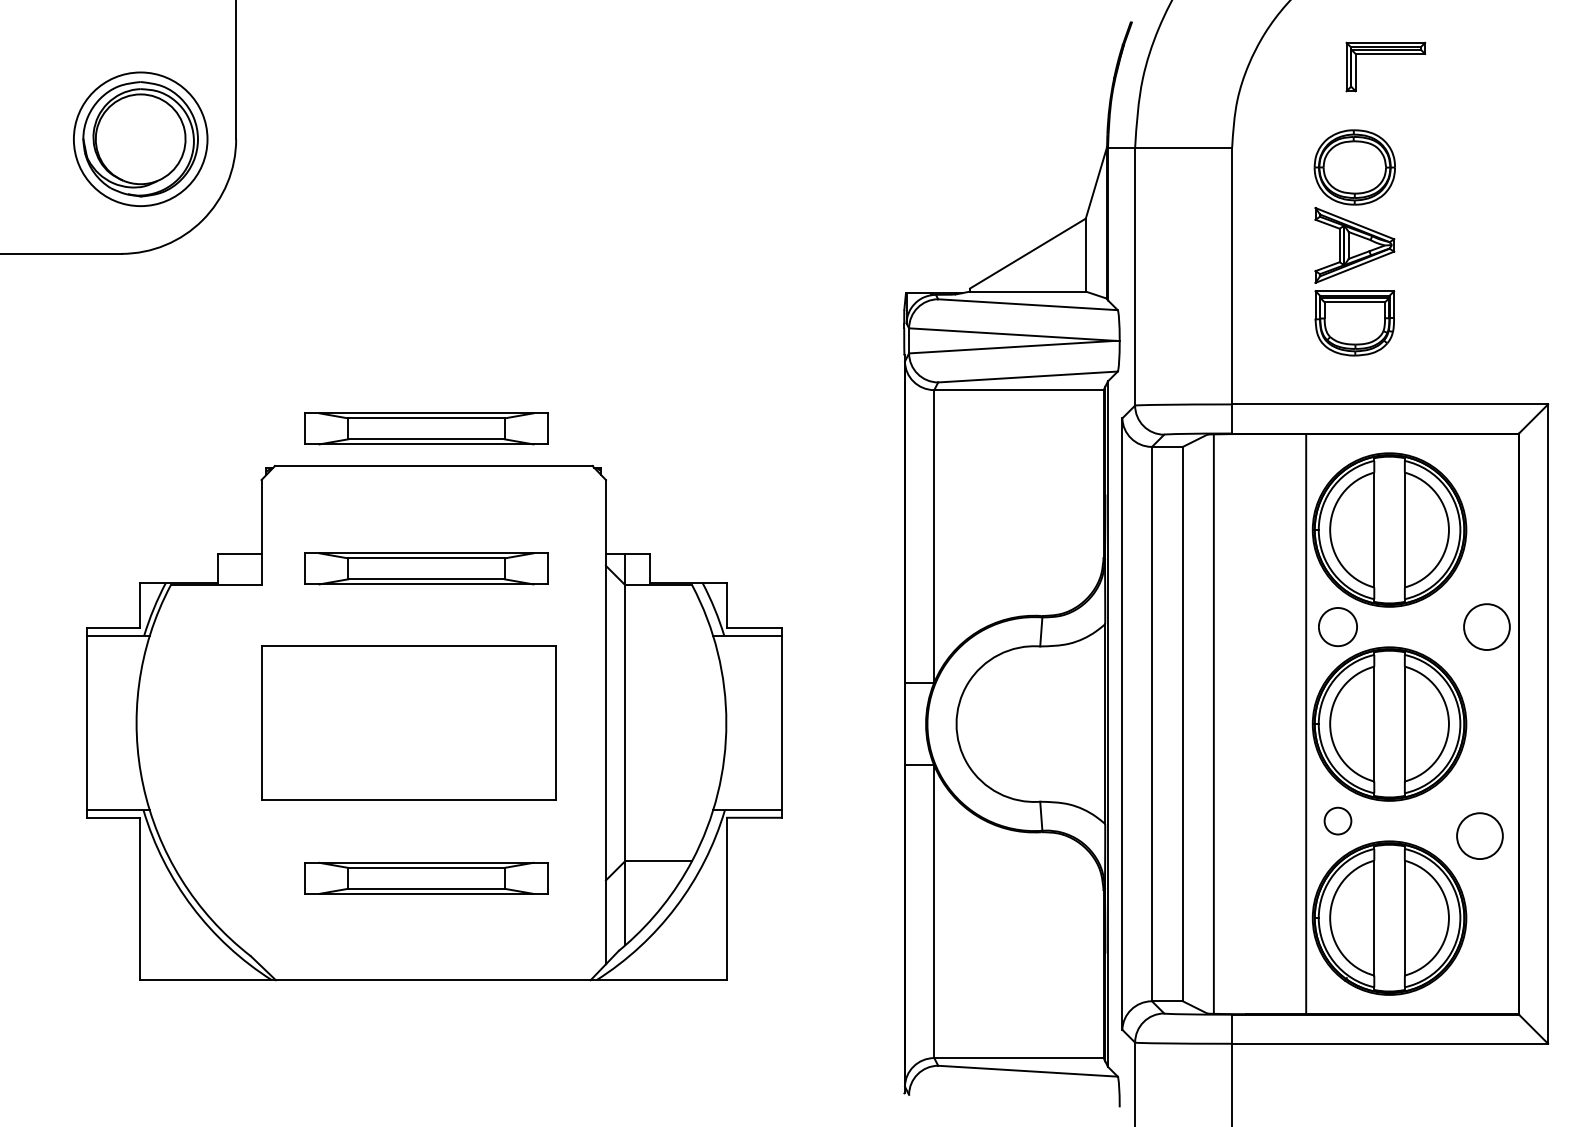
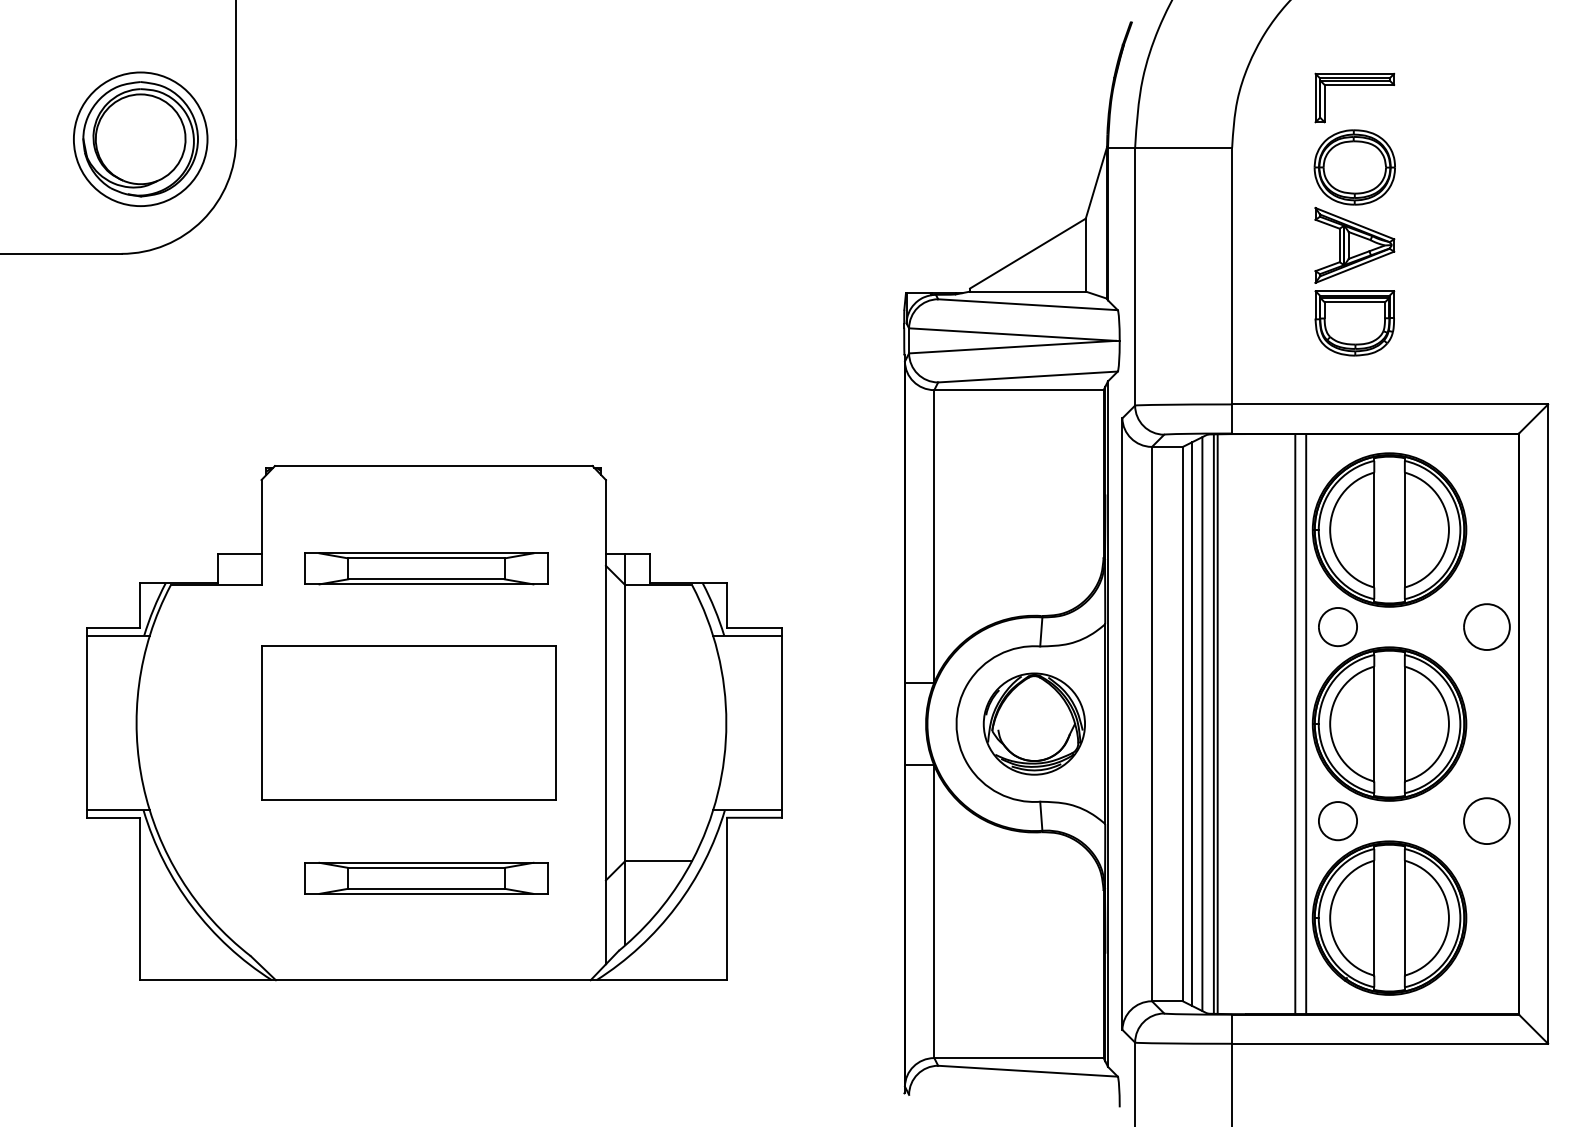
part at (1385, 54) position: (1385, 54) -> (1354, 85)
part at (426, 428): present -> none
part at (1033, 723): none -> present
line at (1192, 723): none -> present
line at (1217, 723): none -> present
line at (1202, 724): none -> present
line at (1295, 724): none -> present
circle at (1337, 820) diameter: 27 px -> 38 px
circle at (1479, 835) position: (1479, 835) -> (1486, 820)
